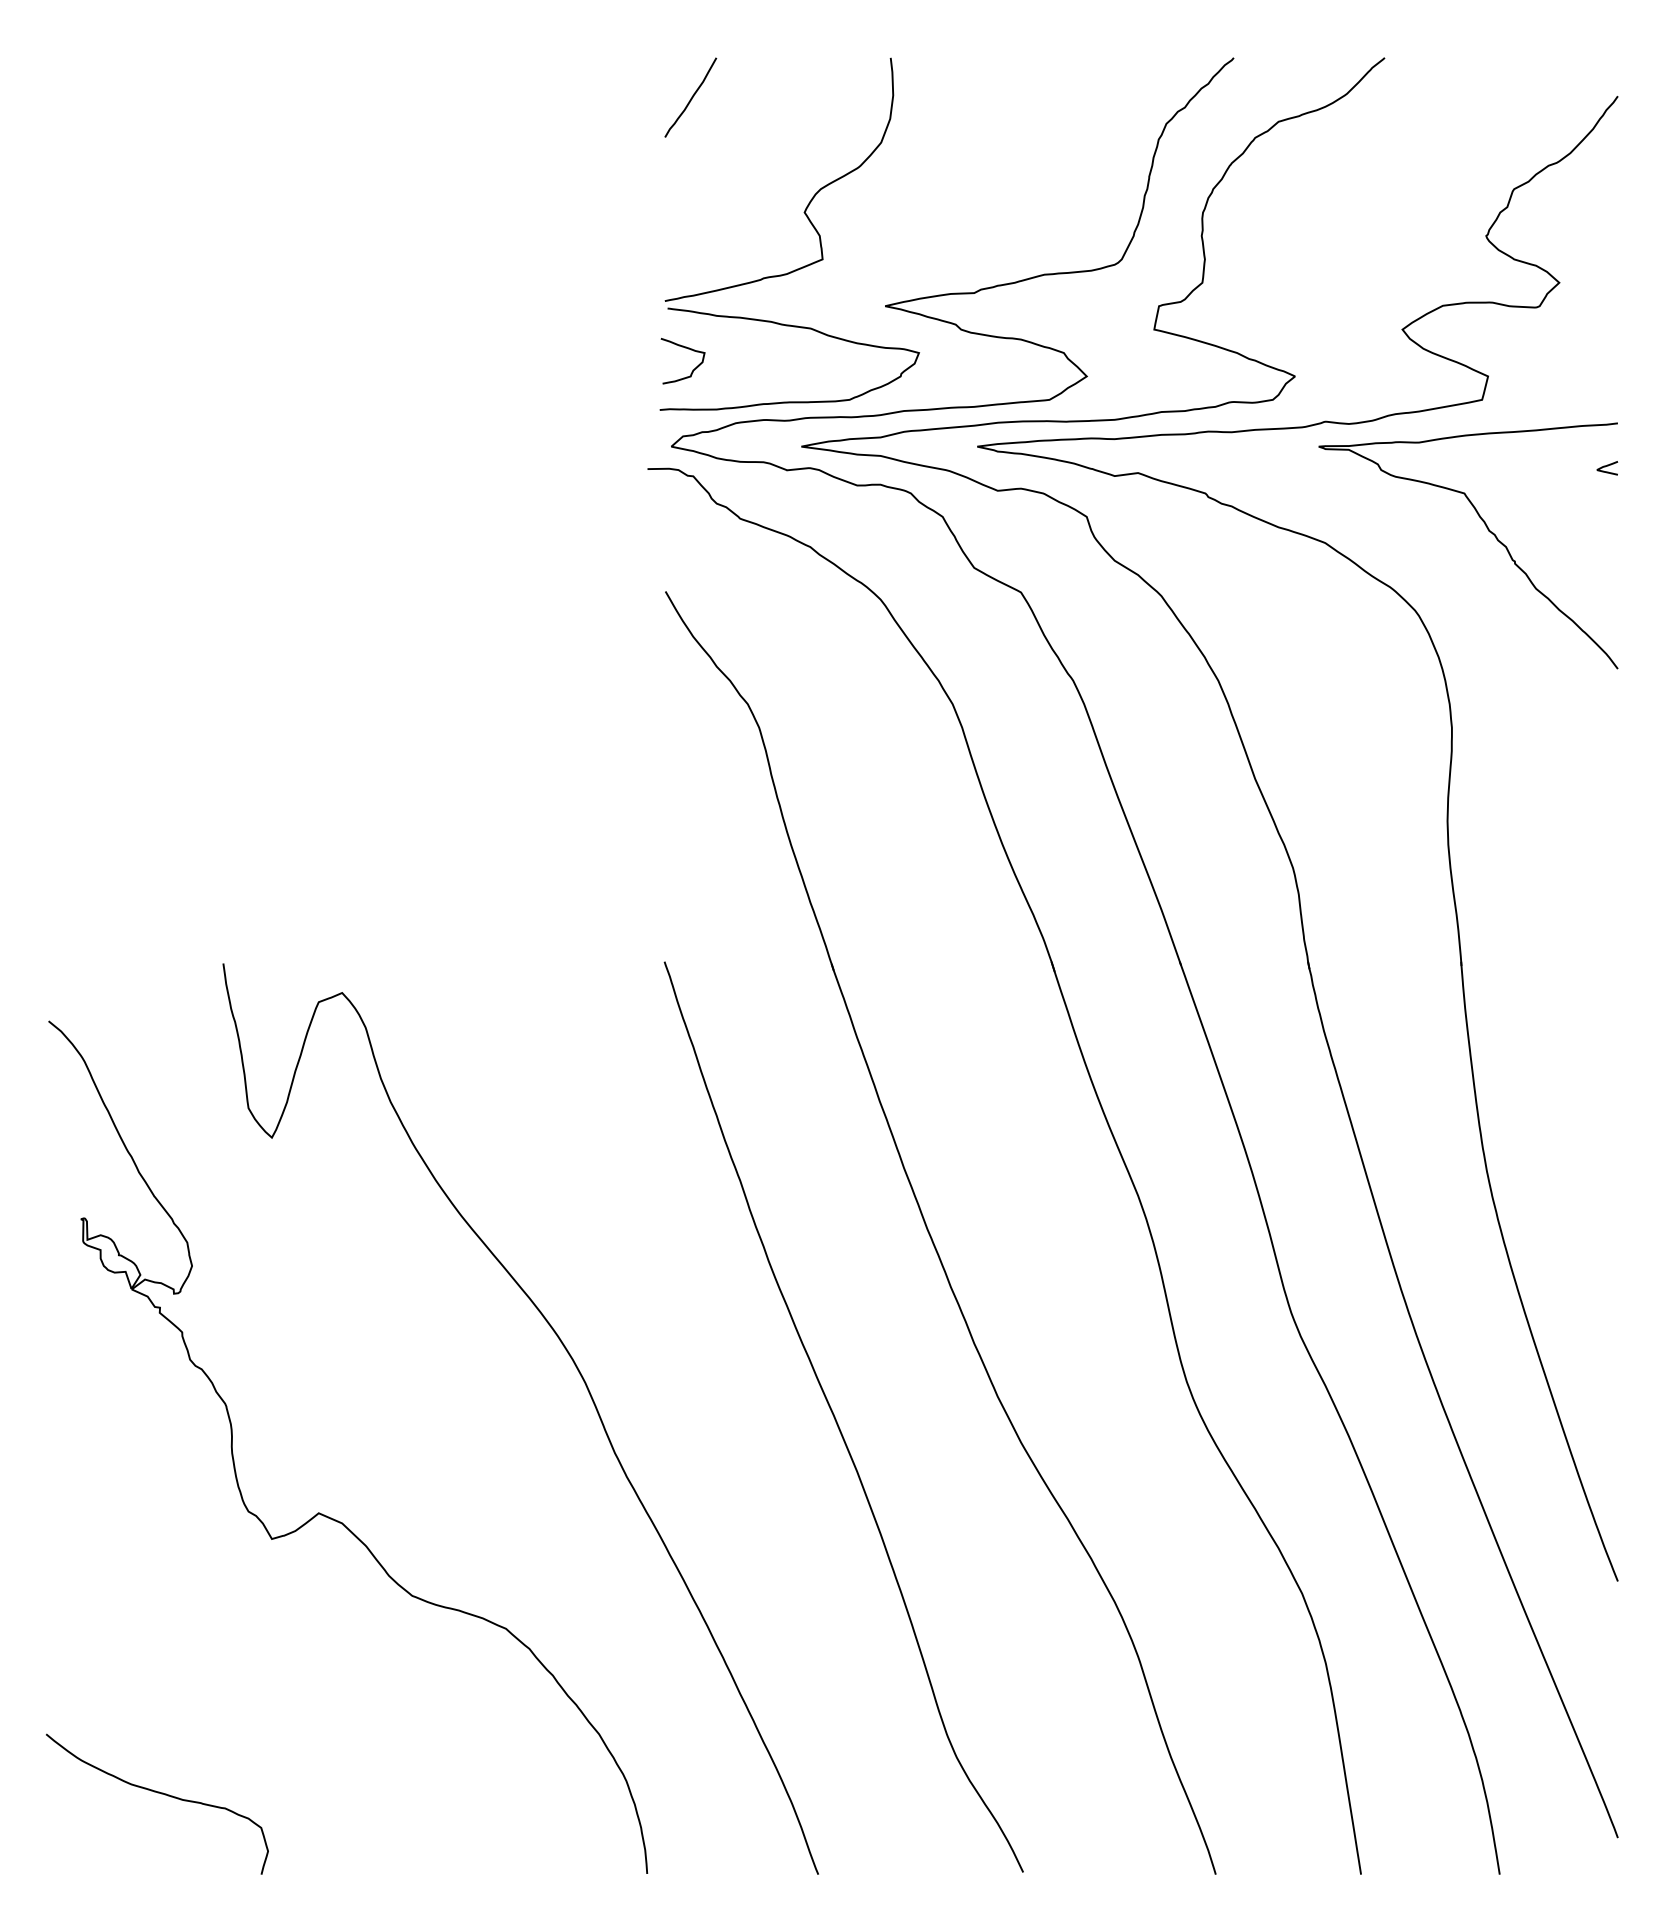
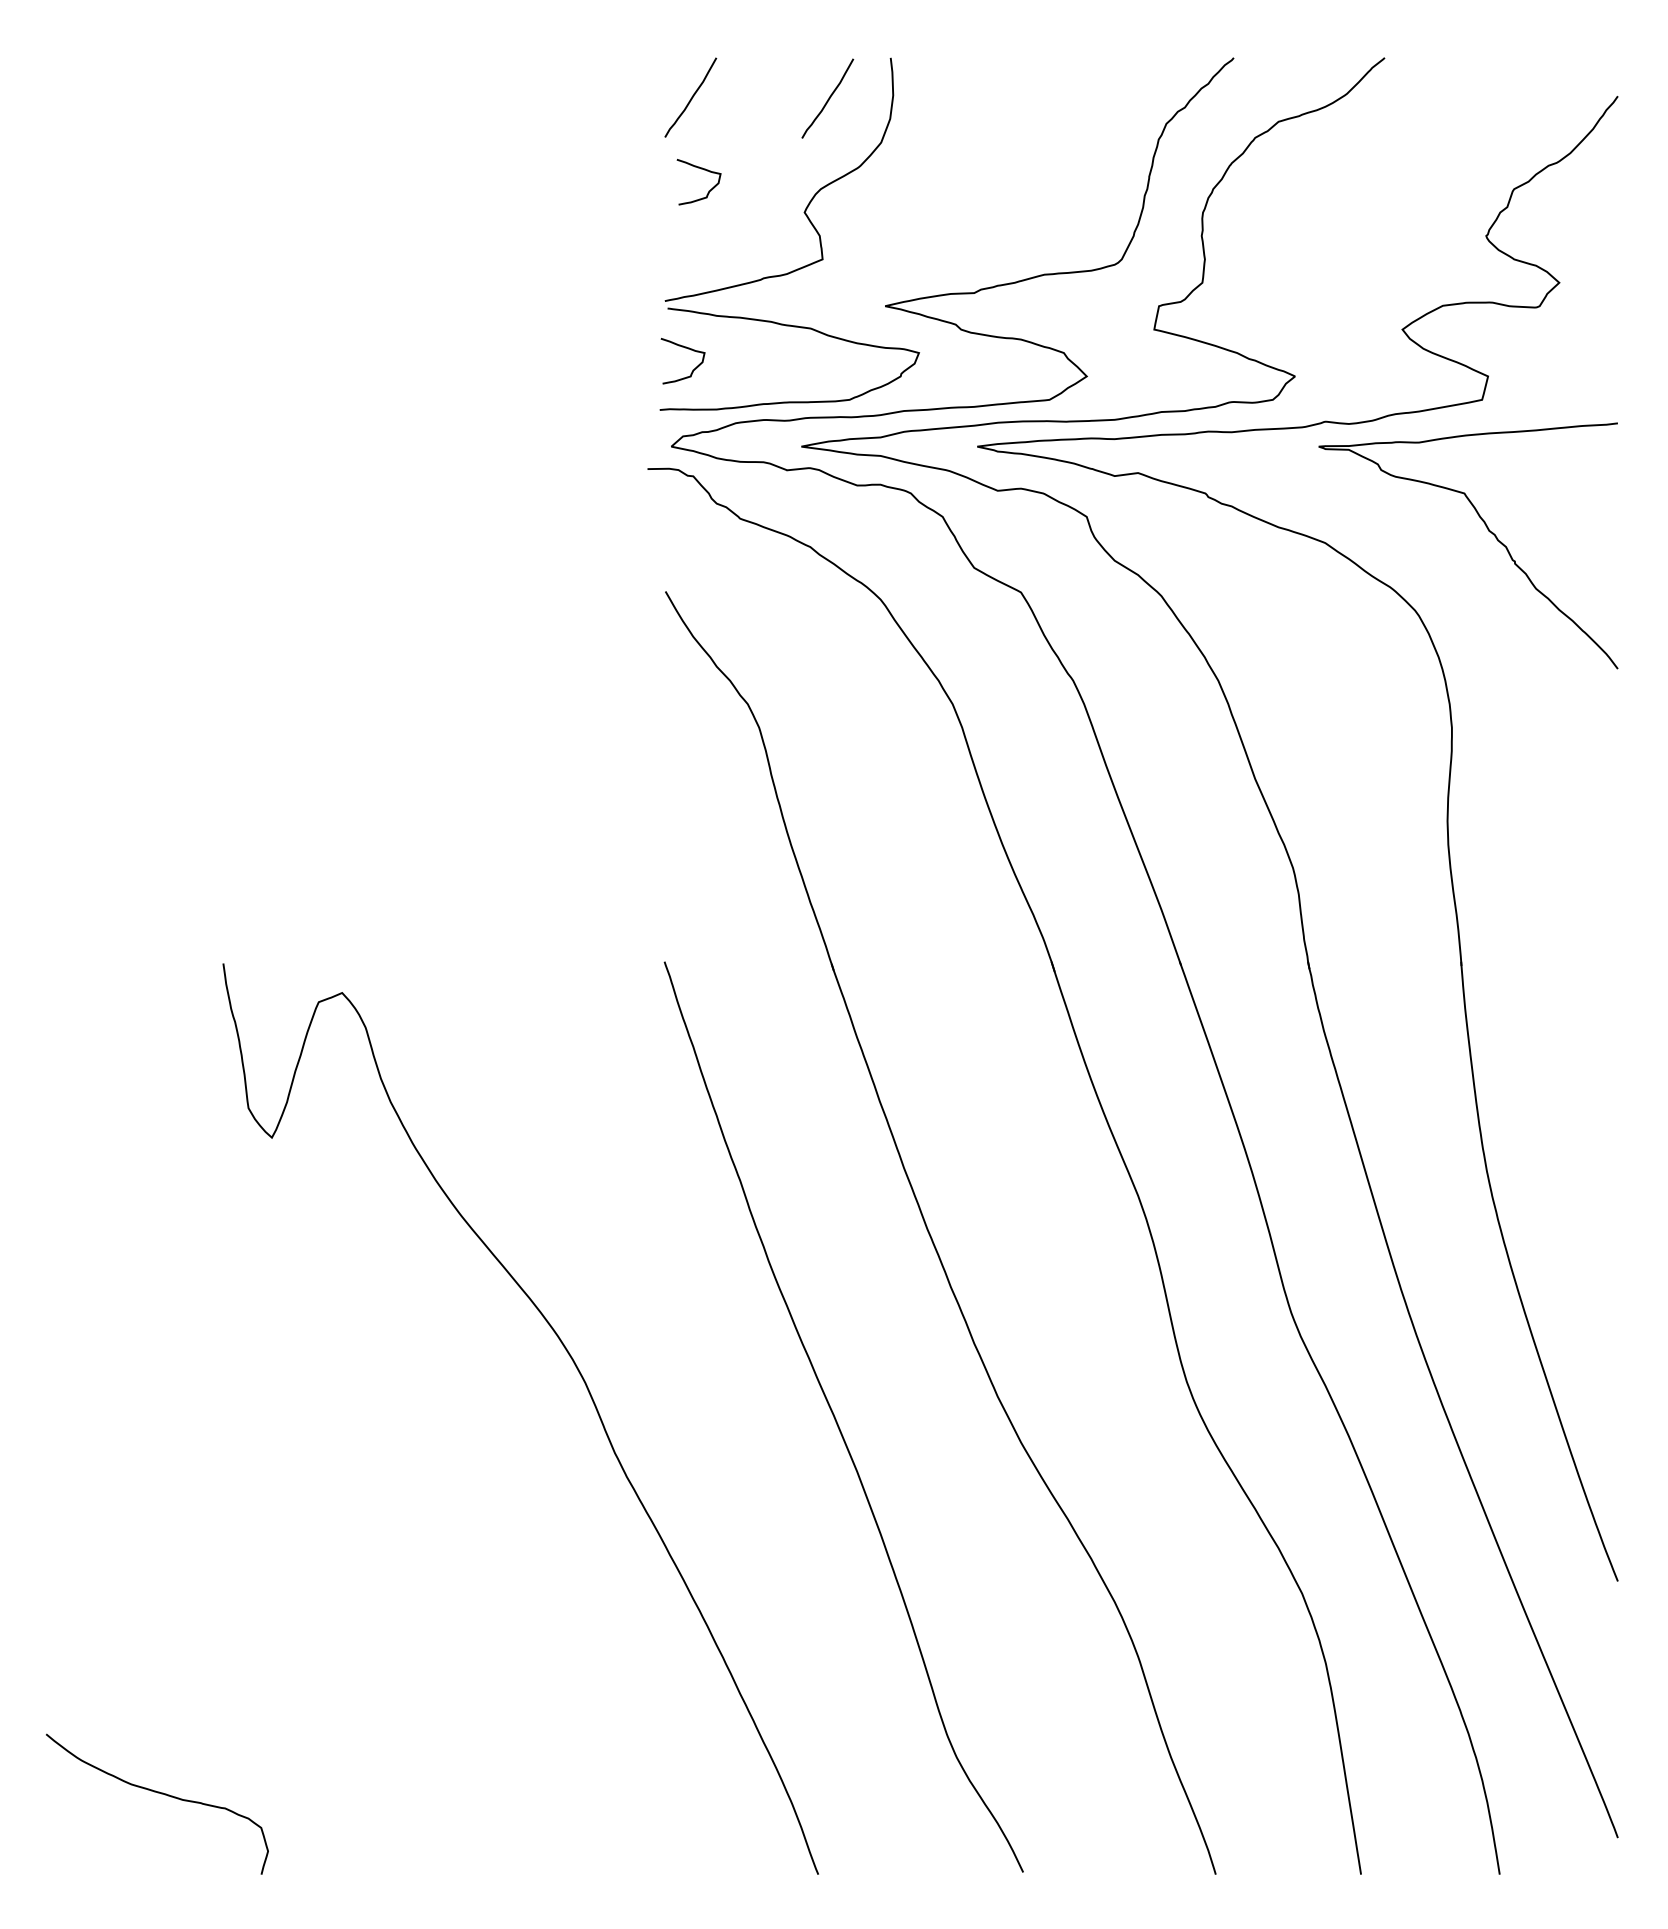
curve at (828, 98): none -> present
curve at (701, 169): none -> present
curve at (1607, 466): present -> none
part at (322, 1513): present -> none
